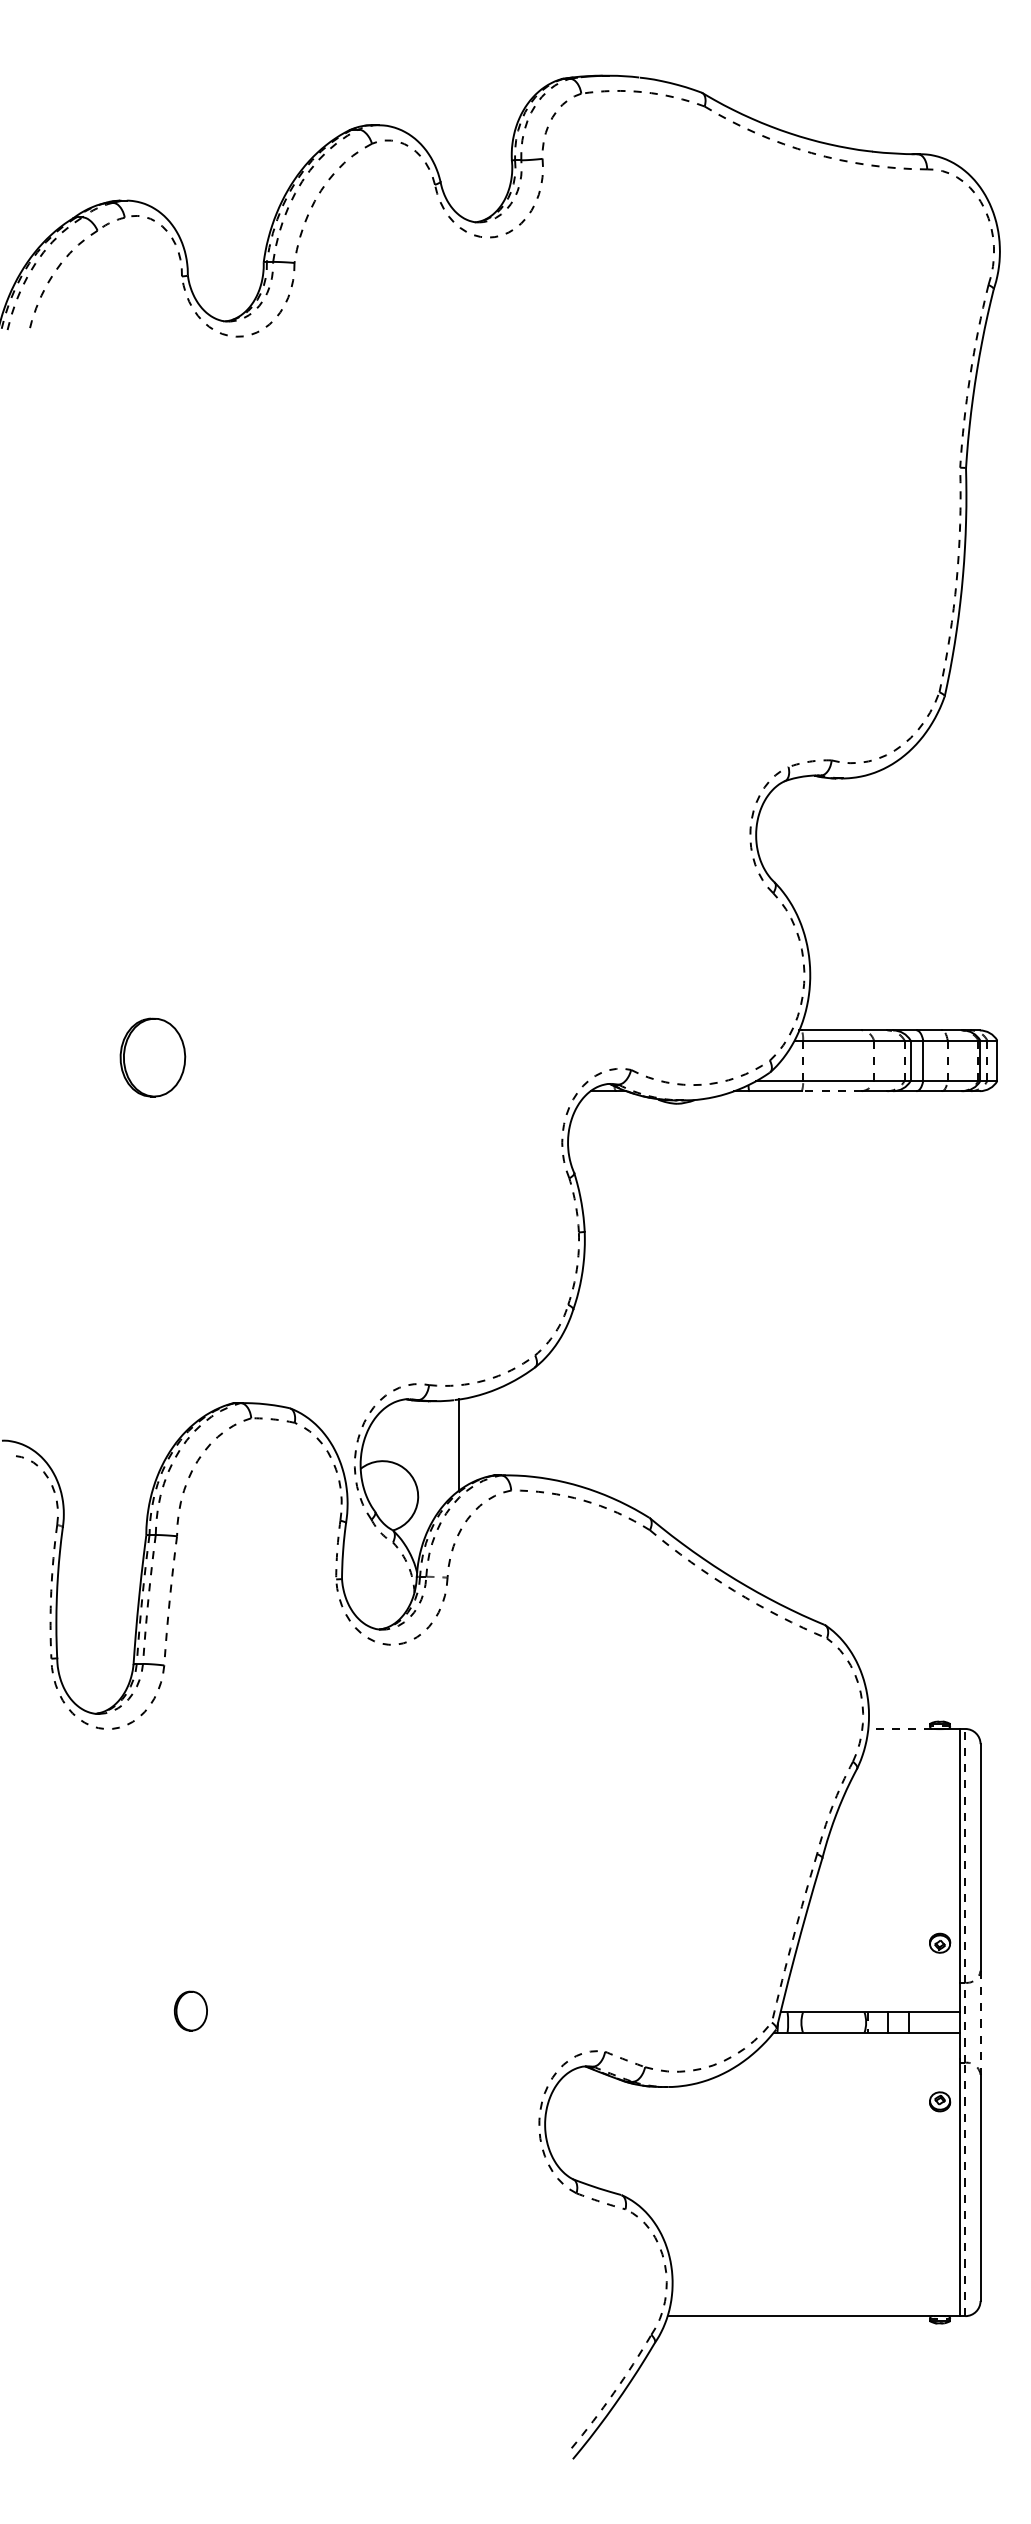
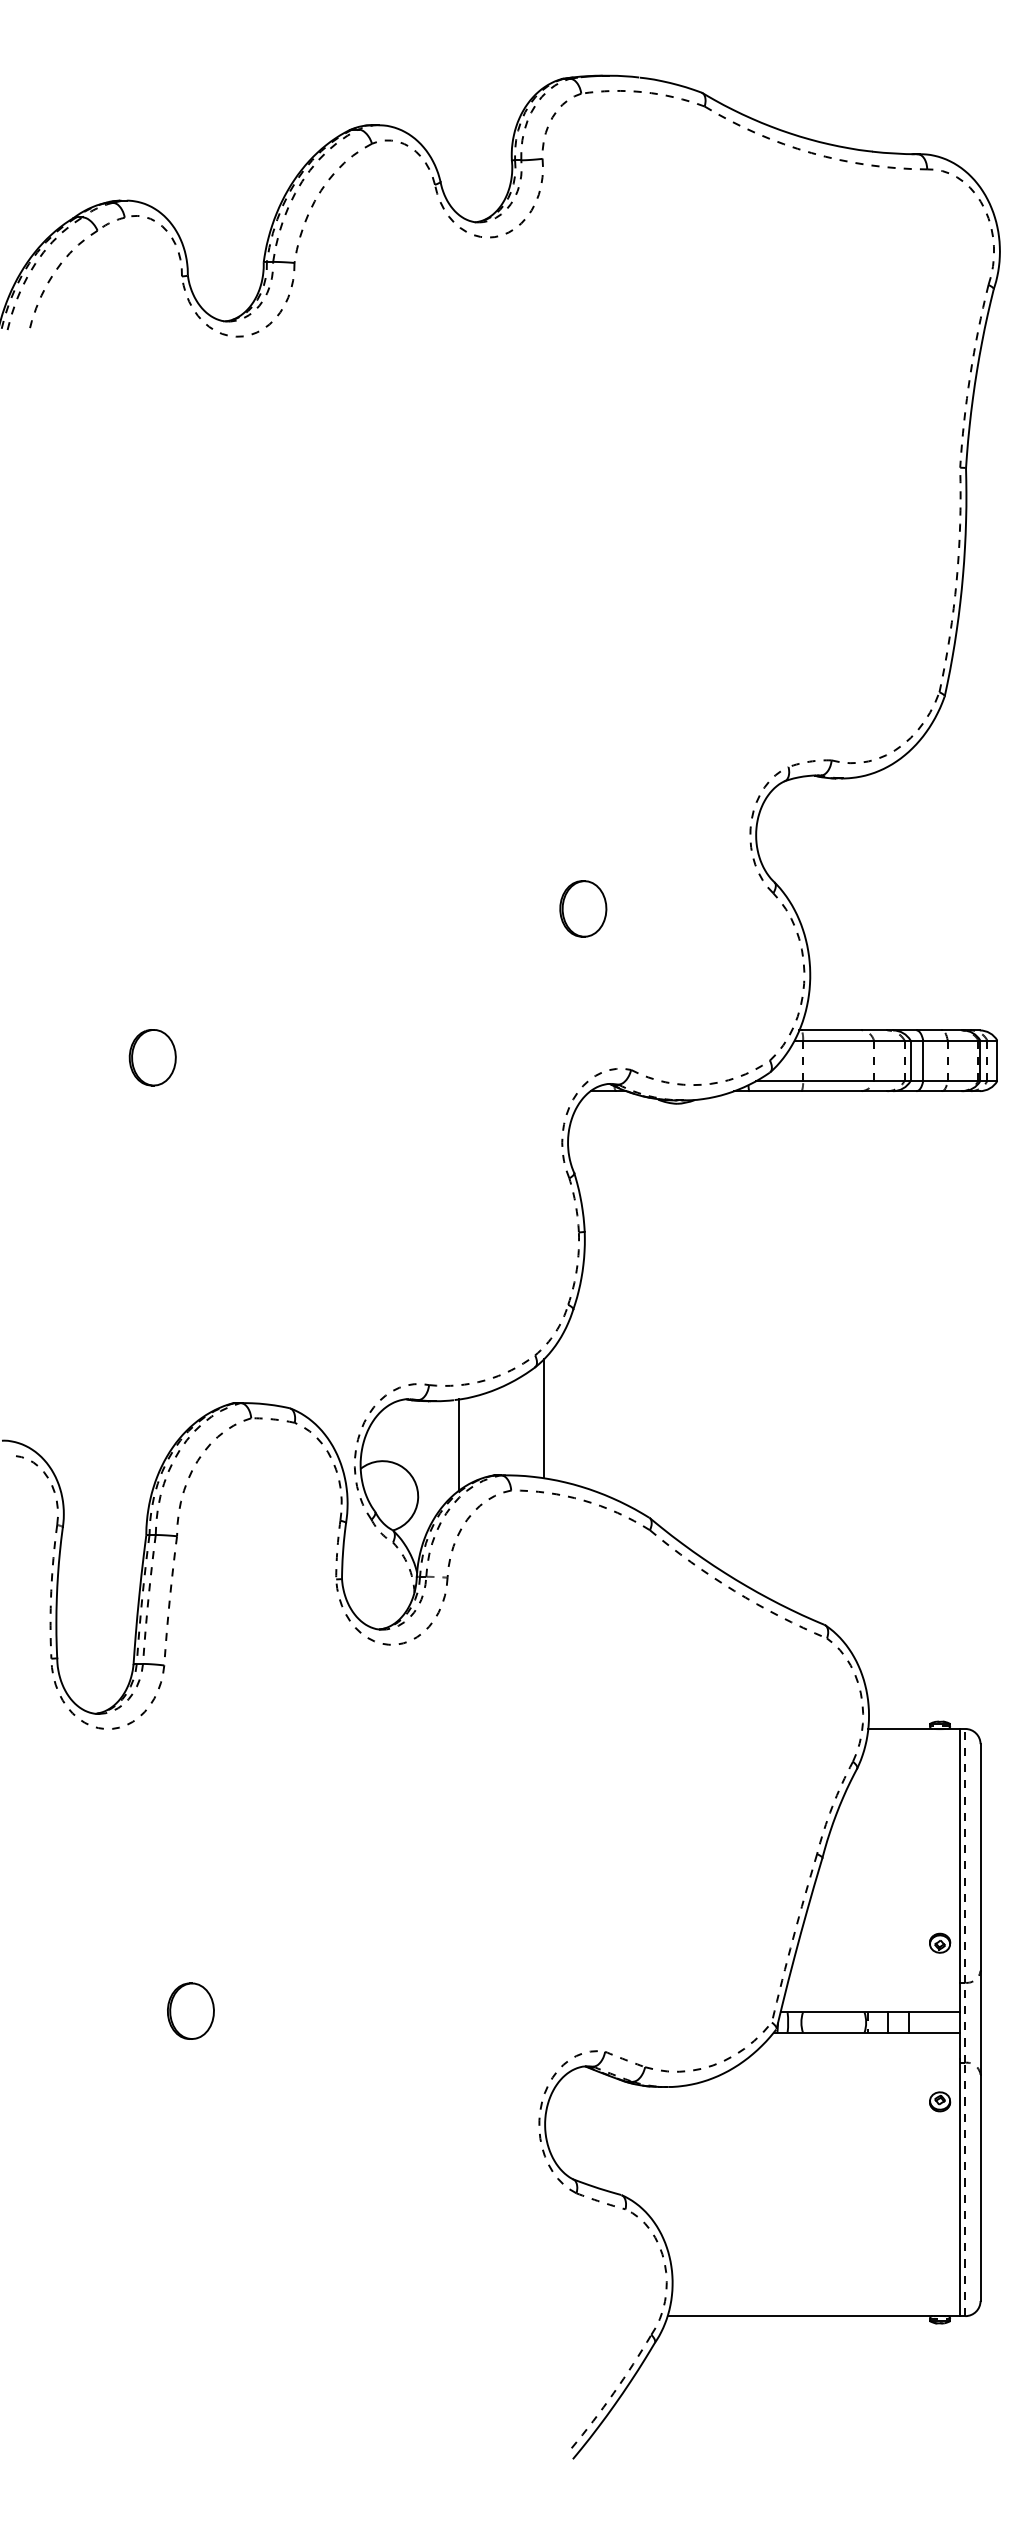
part at (583, 908): none -> present
part at (152, 1057) size: 68x81 px -> 49x58 px
line at (831, 1091): dashed -> solid
line at (544, 1418): none -> present
line at (899, 1728): dashed -> solid
part at (190, 2010) size: 35x42 px -> 48x58 px
line at (980, 2022): dashed -> solid
